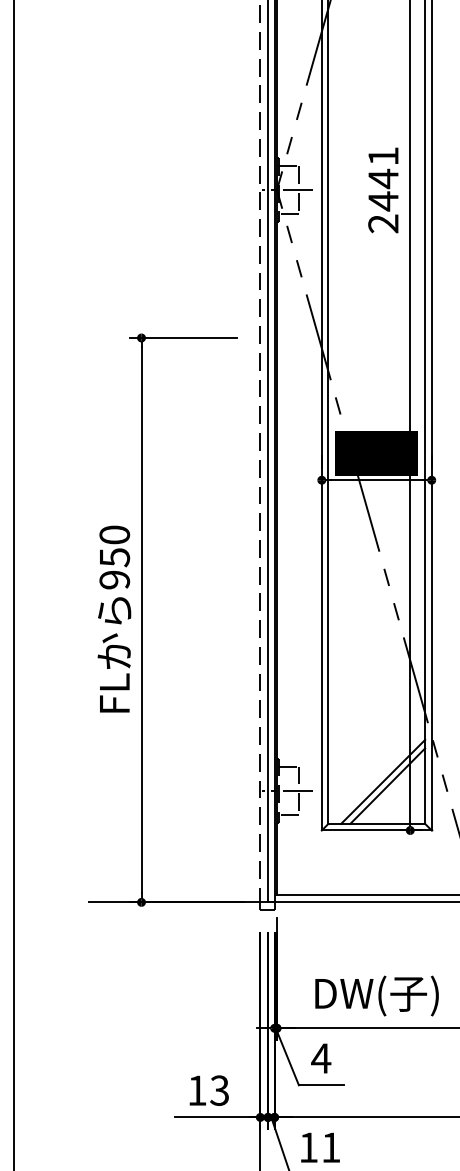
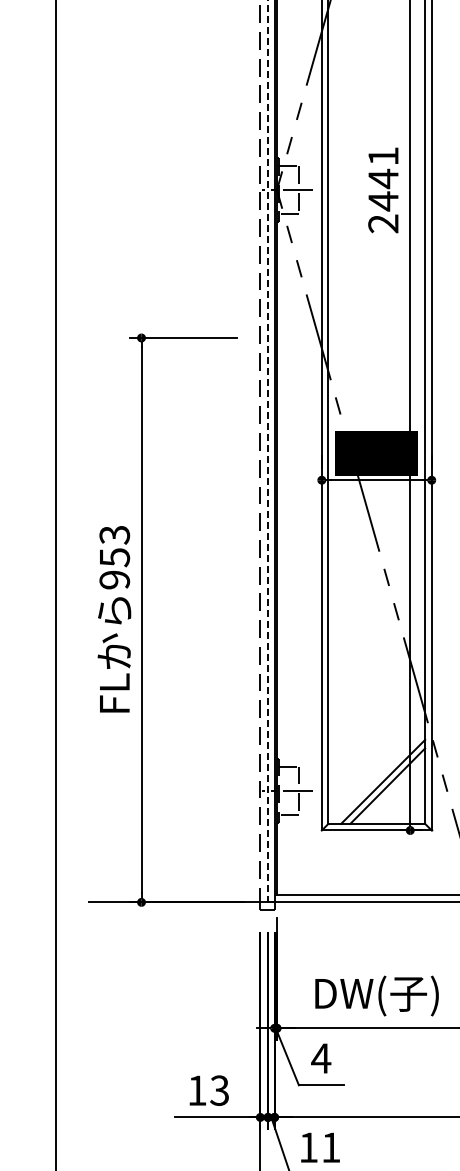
line at (268, 451): solid -> dashed
text at (114, 534): 950 -> 953
line at (13, 584) position: (13, 584) -> (55, 584)
